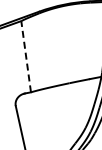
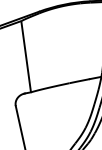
line at (26, 56): dashed -> solid
